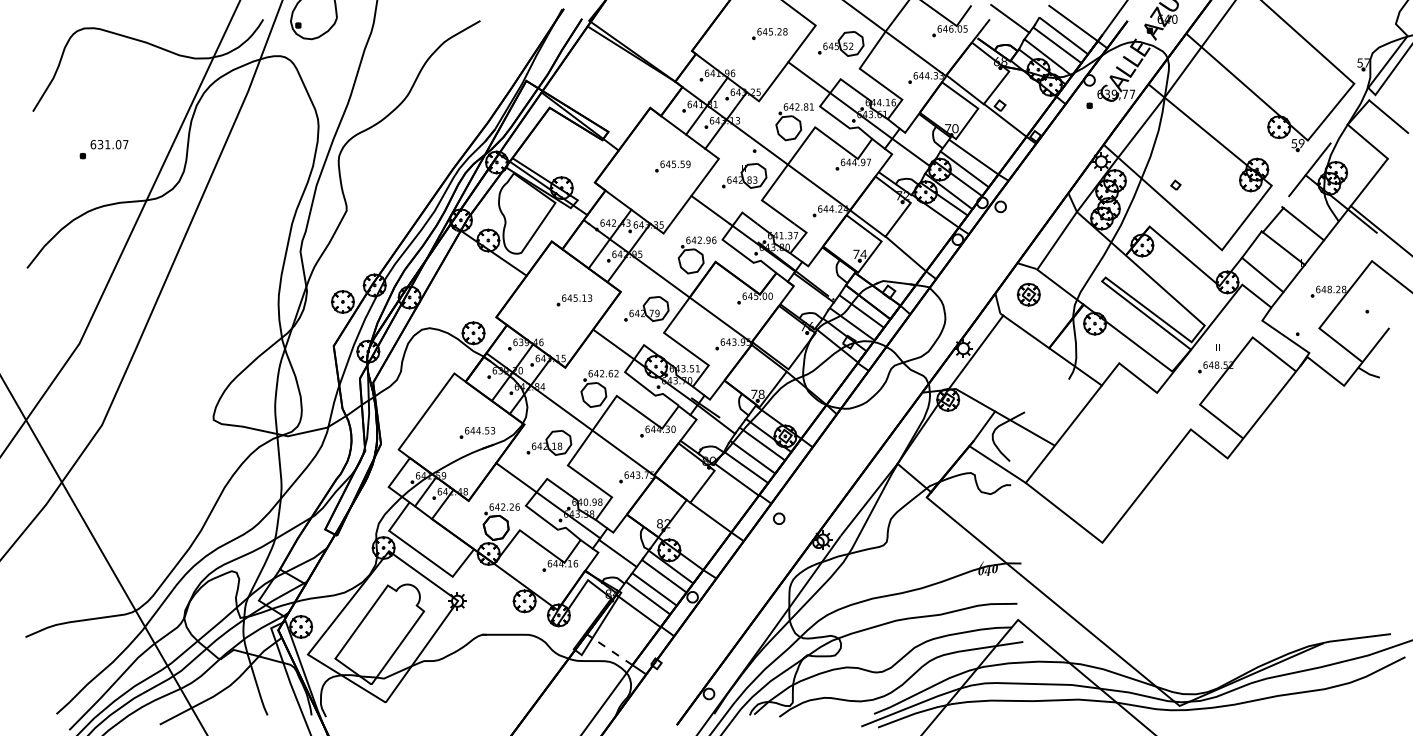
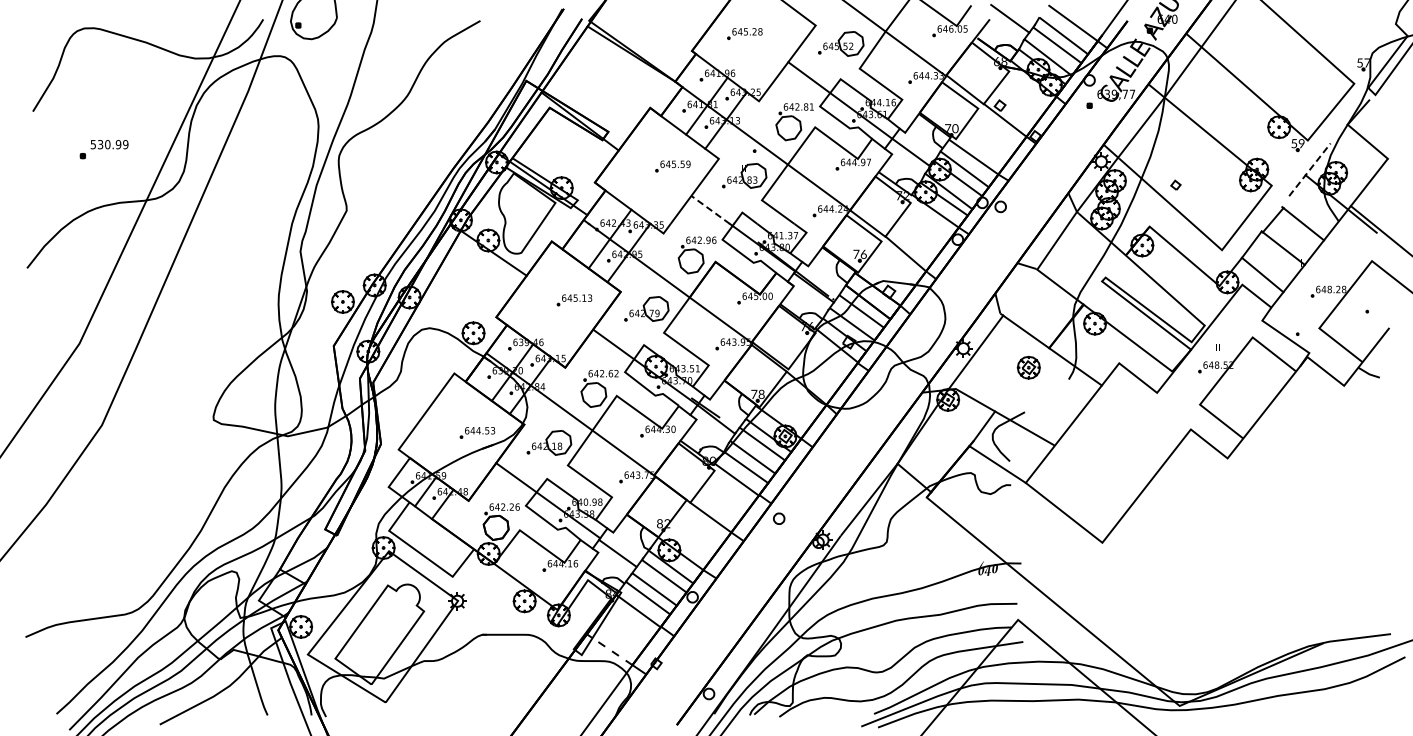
part at (769, 33) position: (769, 33) -> (744, 33)
line at (1388, 116): present -> none
text at (109, 144): 631.07 -> 530.99
line at (1309, 169): solid -> dashed
line at (710, 209): solid -> dashed
text at (863, 254): 74 -> 76
part at (1028, 294) position: (1028, 294) -> (1028, 367)
line at (103, 555): present -> none
